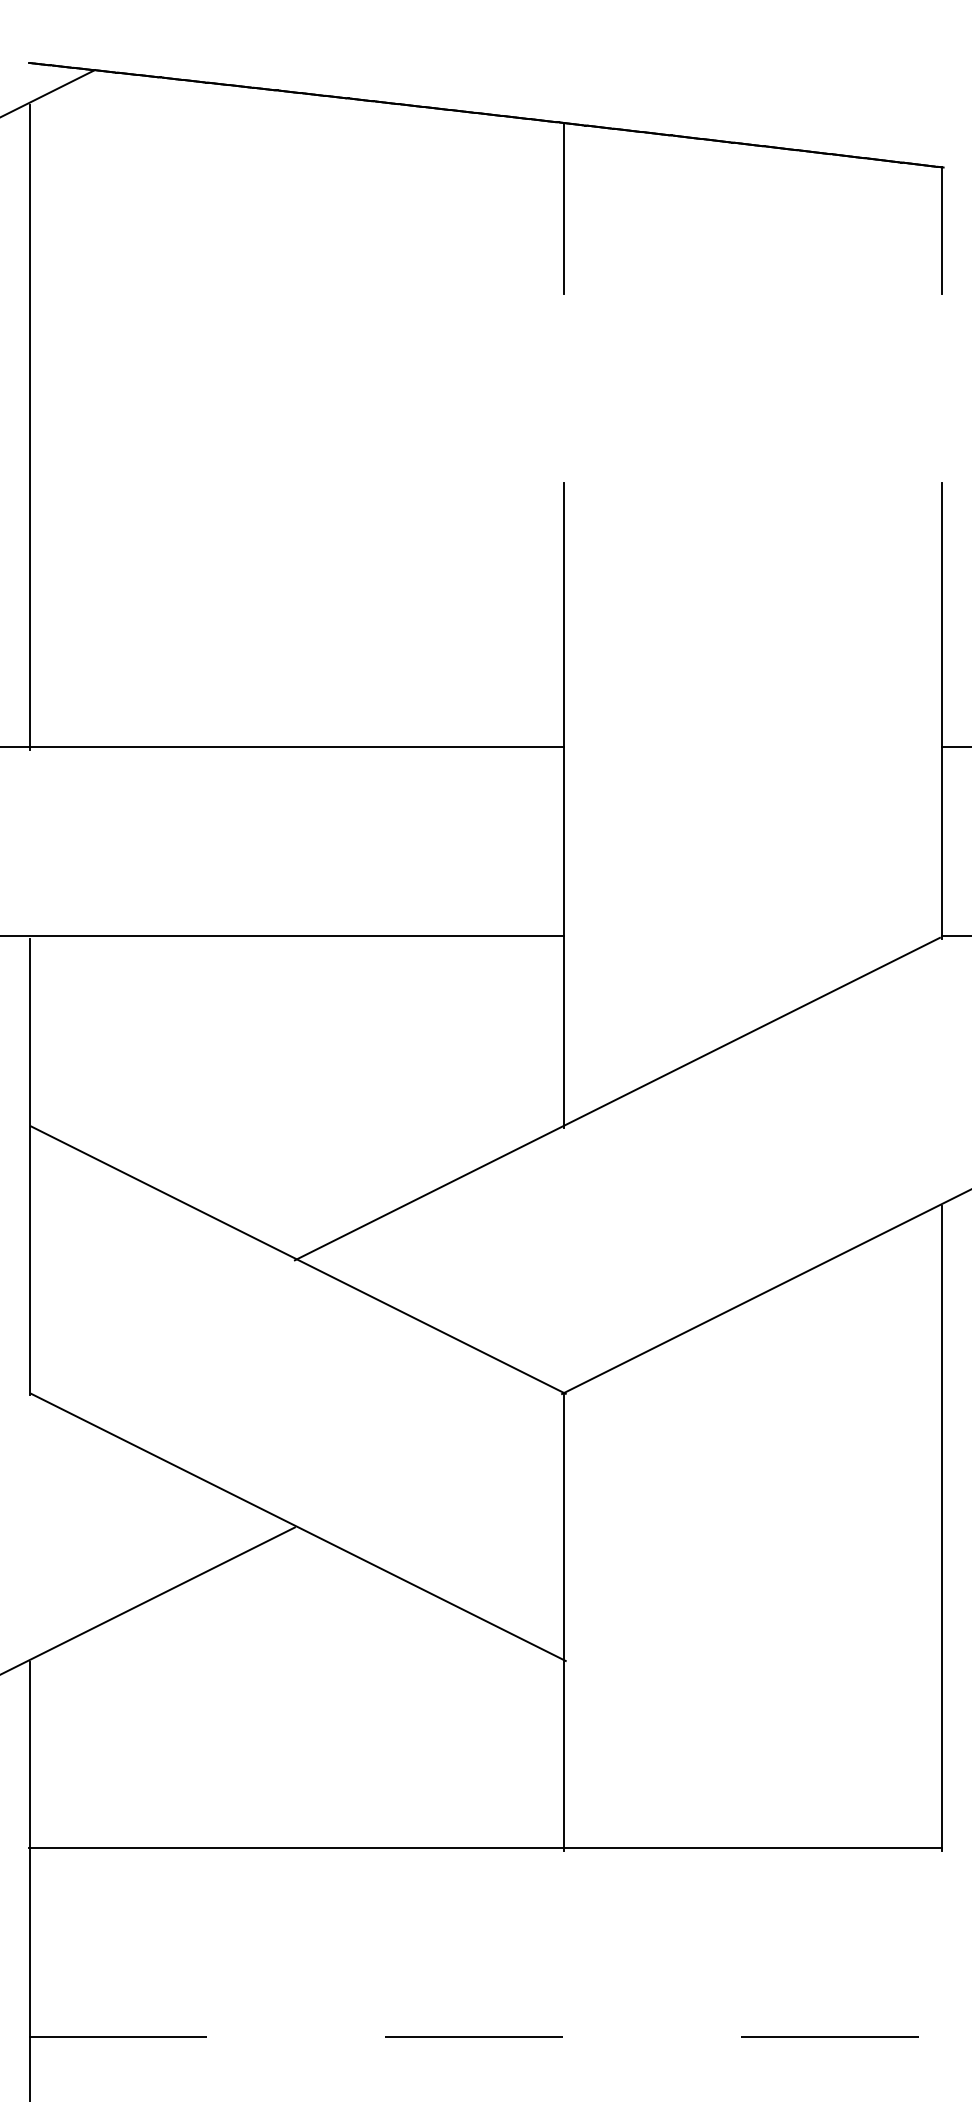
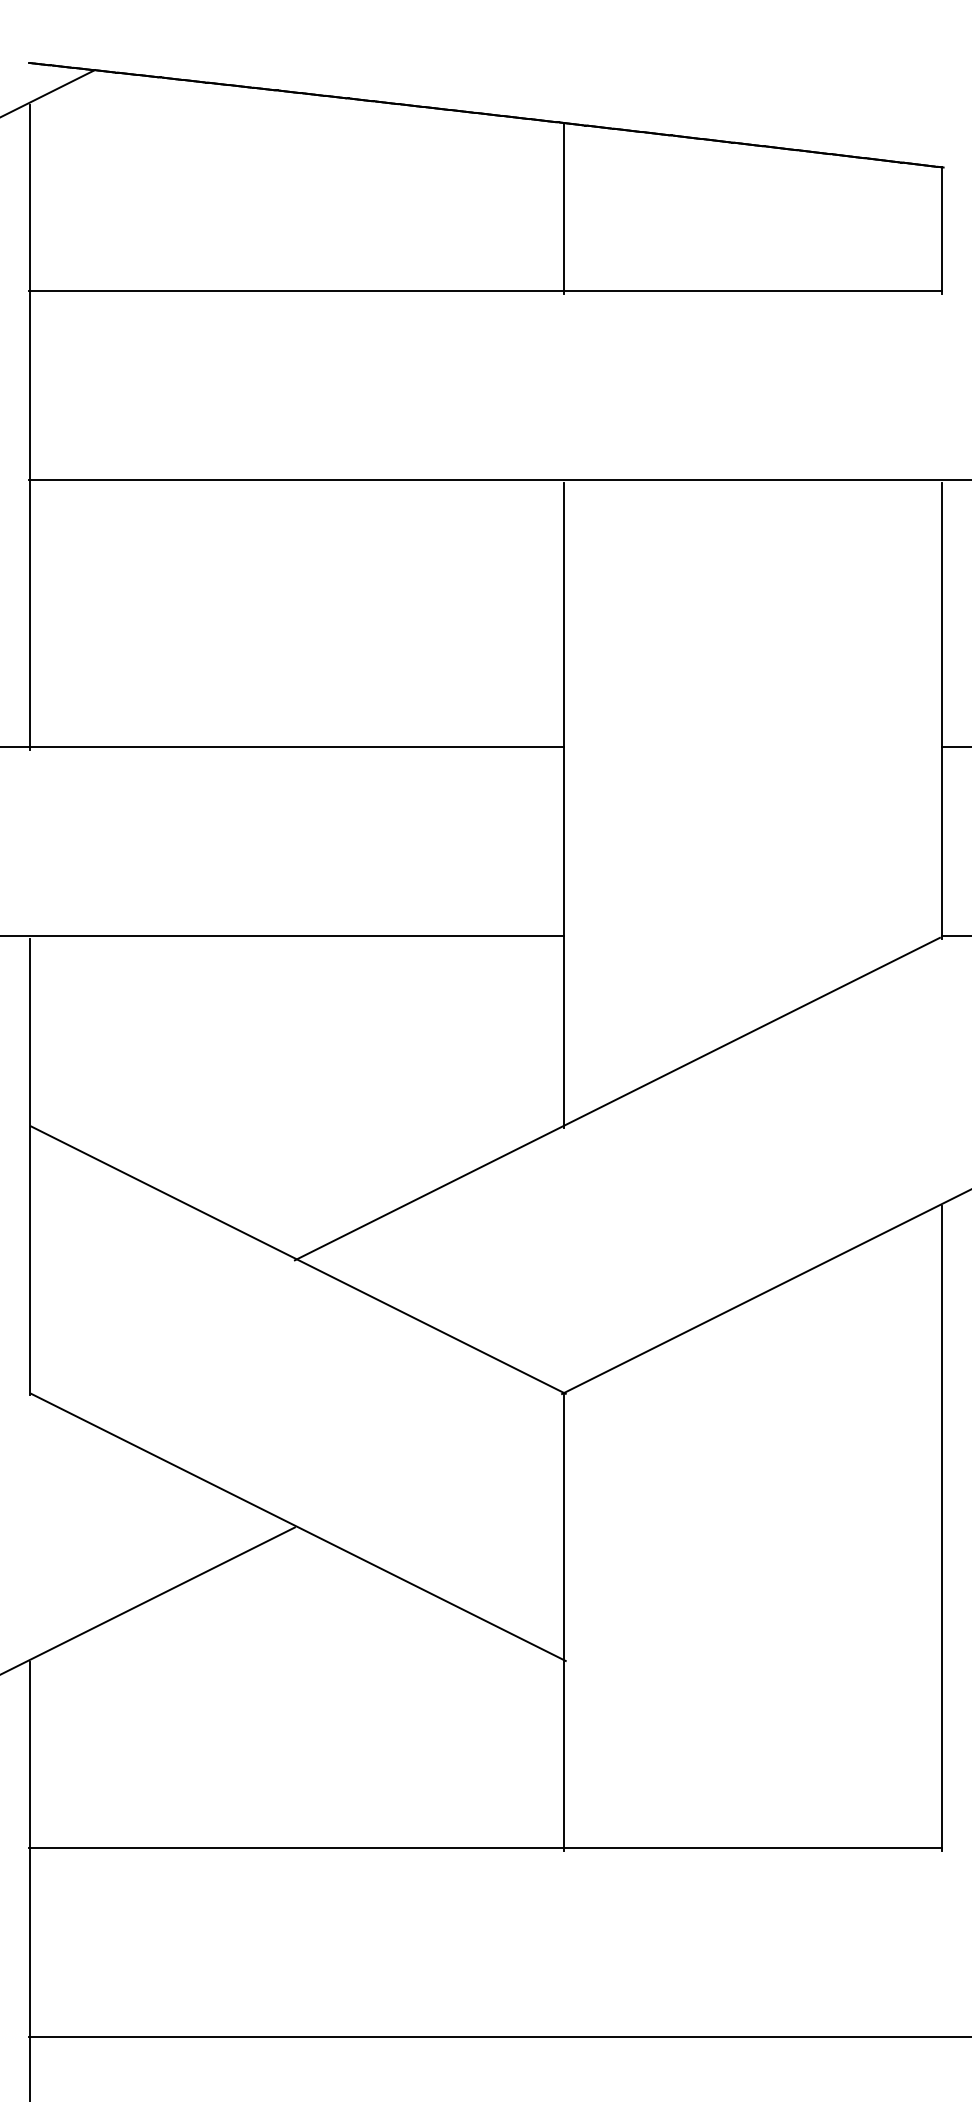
line at (485, 291): none -> present
line at (498, 480): none -> present
line at (500, 2037): dashed -> solid
